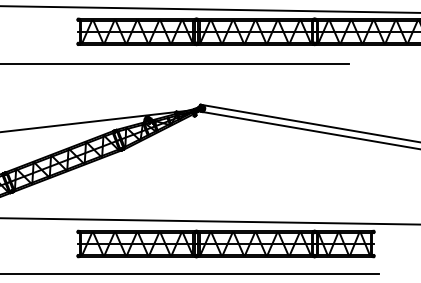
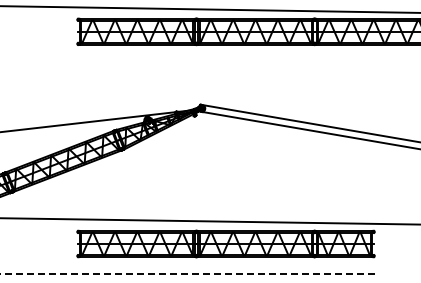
line at (175, 64): present -> none
line at (190, 274): solid -> dashed
